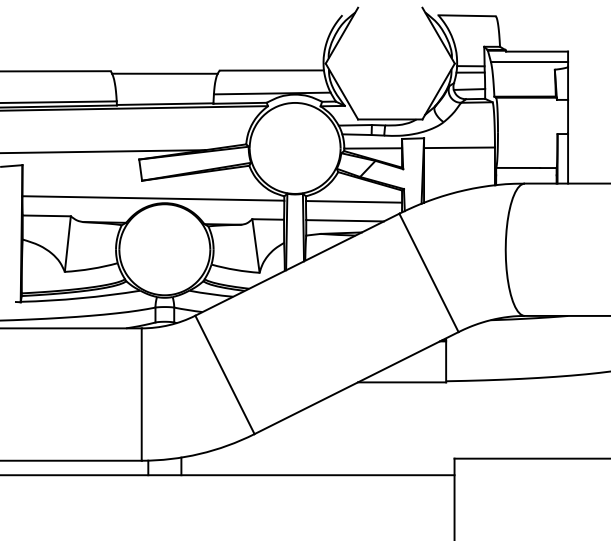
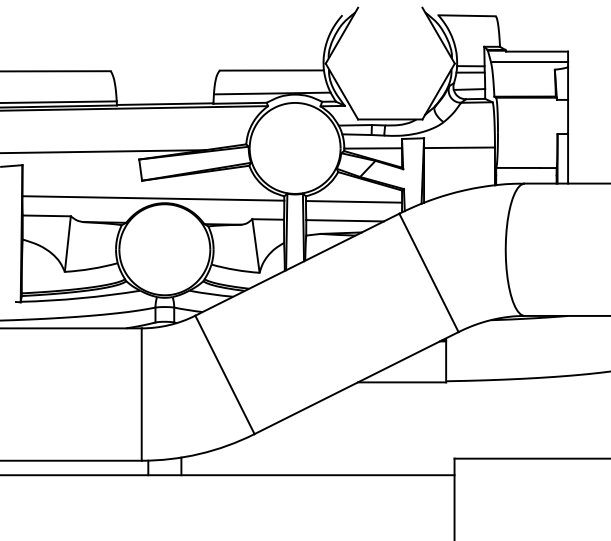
line at (164, 73): present -> none
